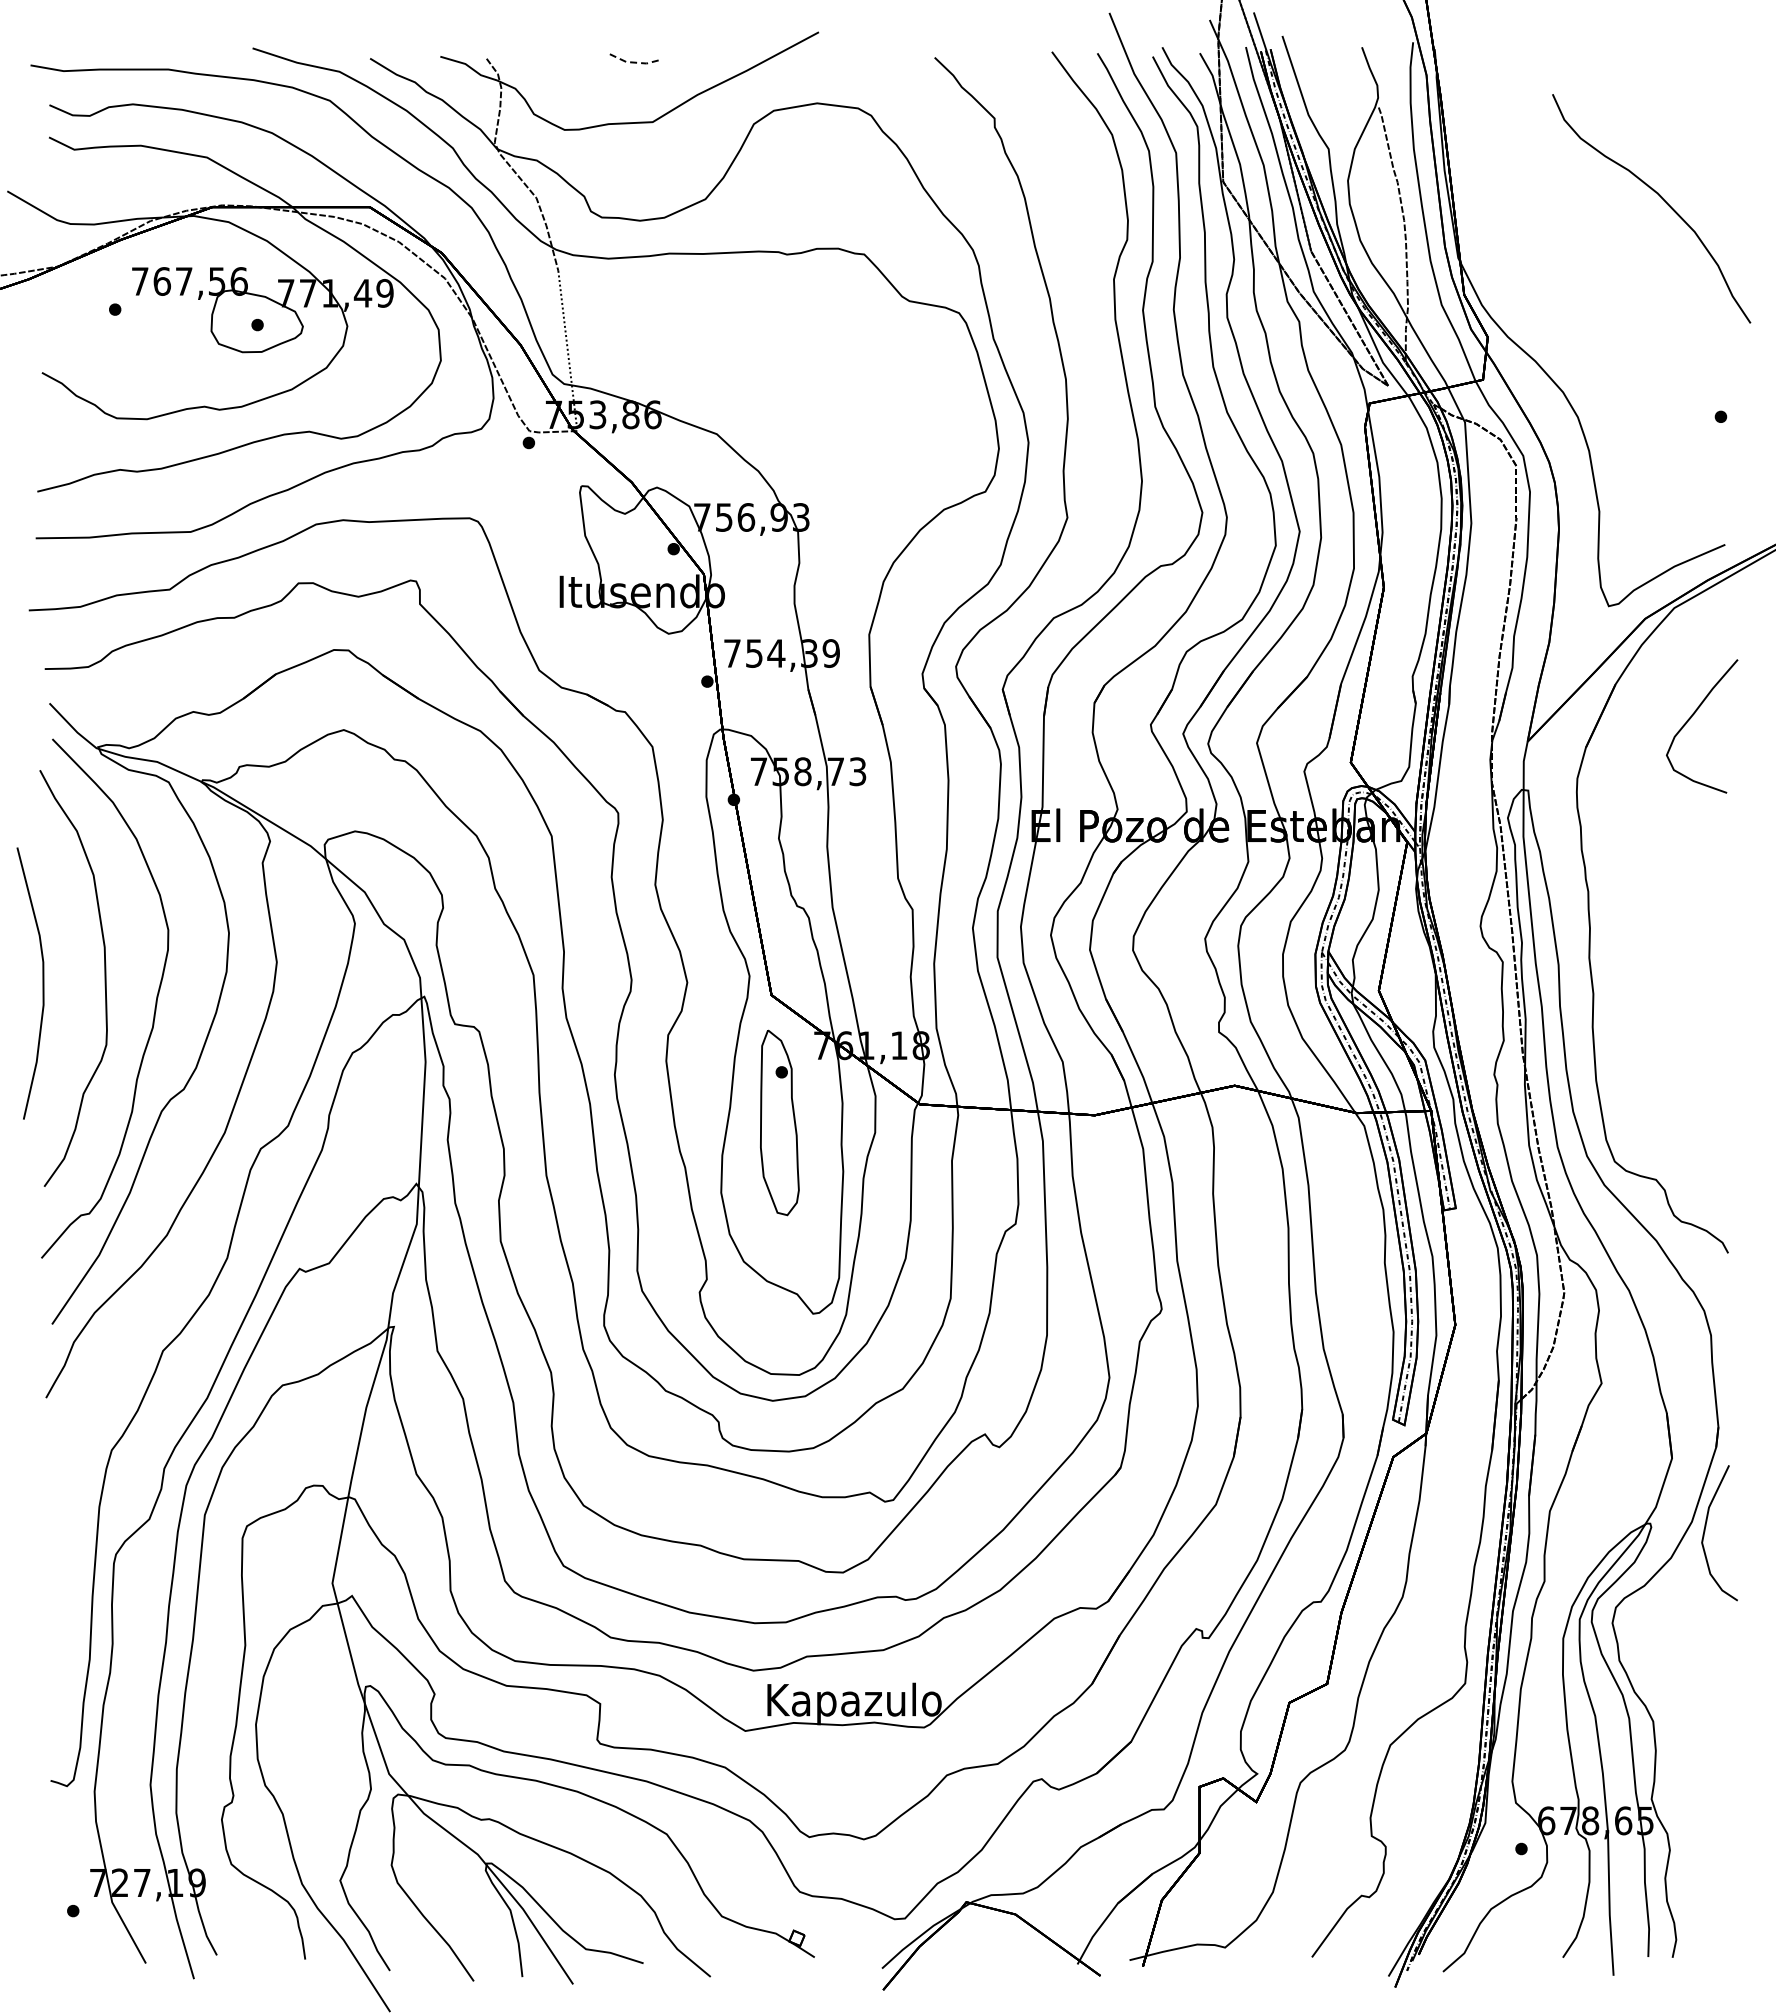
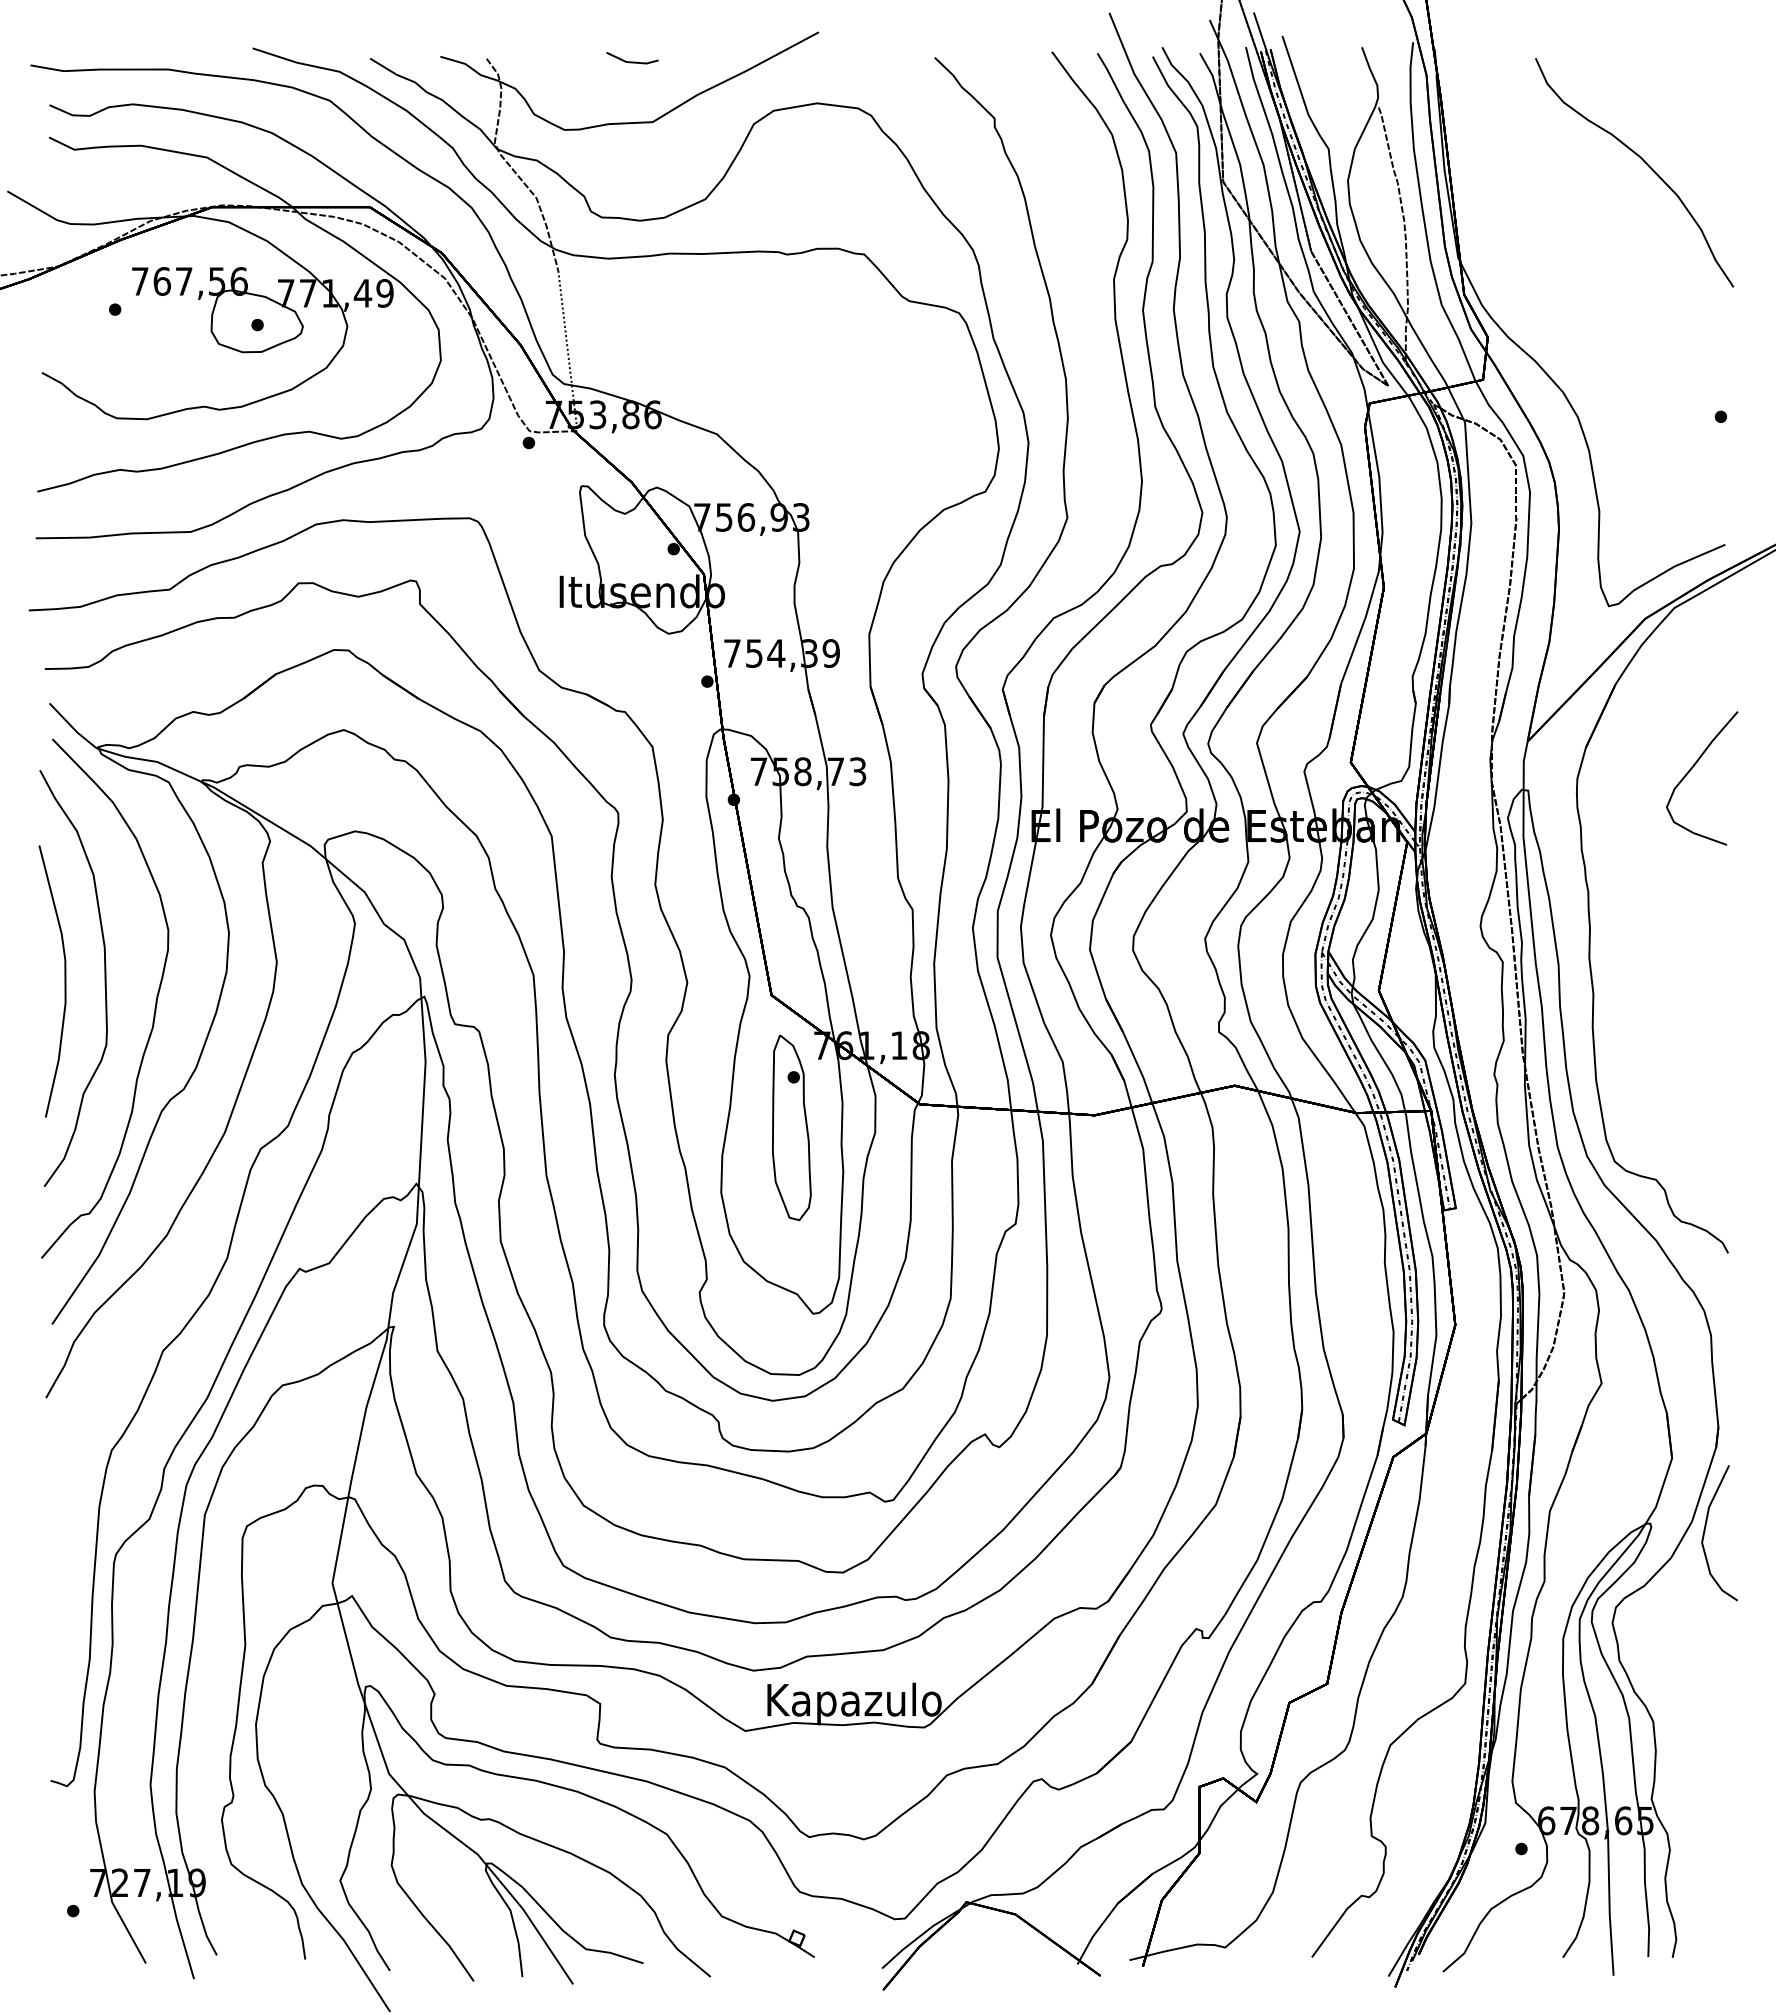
line at (632, 62): dashed -> solid
curve at (1661, 198) position: (1661, 198) -> (1644, 162)
curve at (1691, 718) position: (1691, 718) -> (1691, 770)
curve at (42, 983) position: (42, 983) -> (64, 981)
part at (779, 1122) position: (779, 1122) -> (791, 1127)
